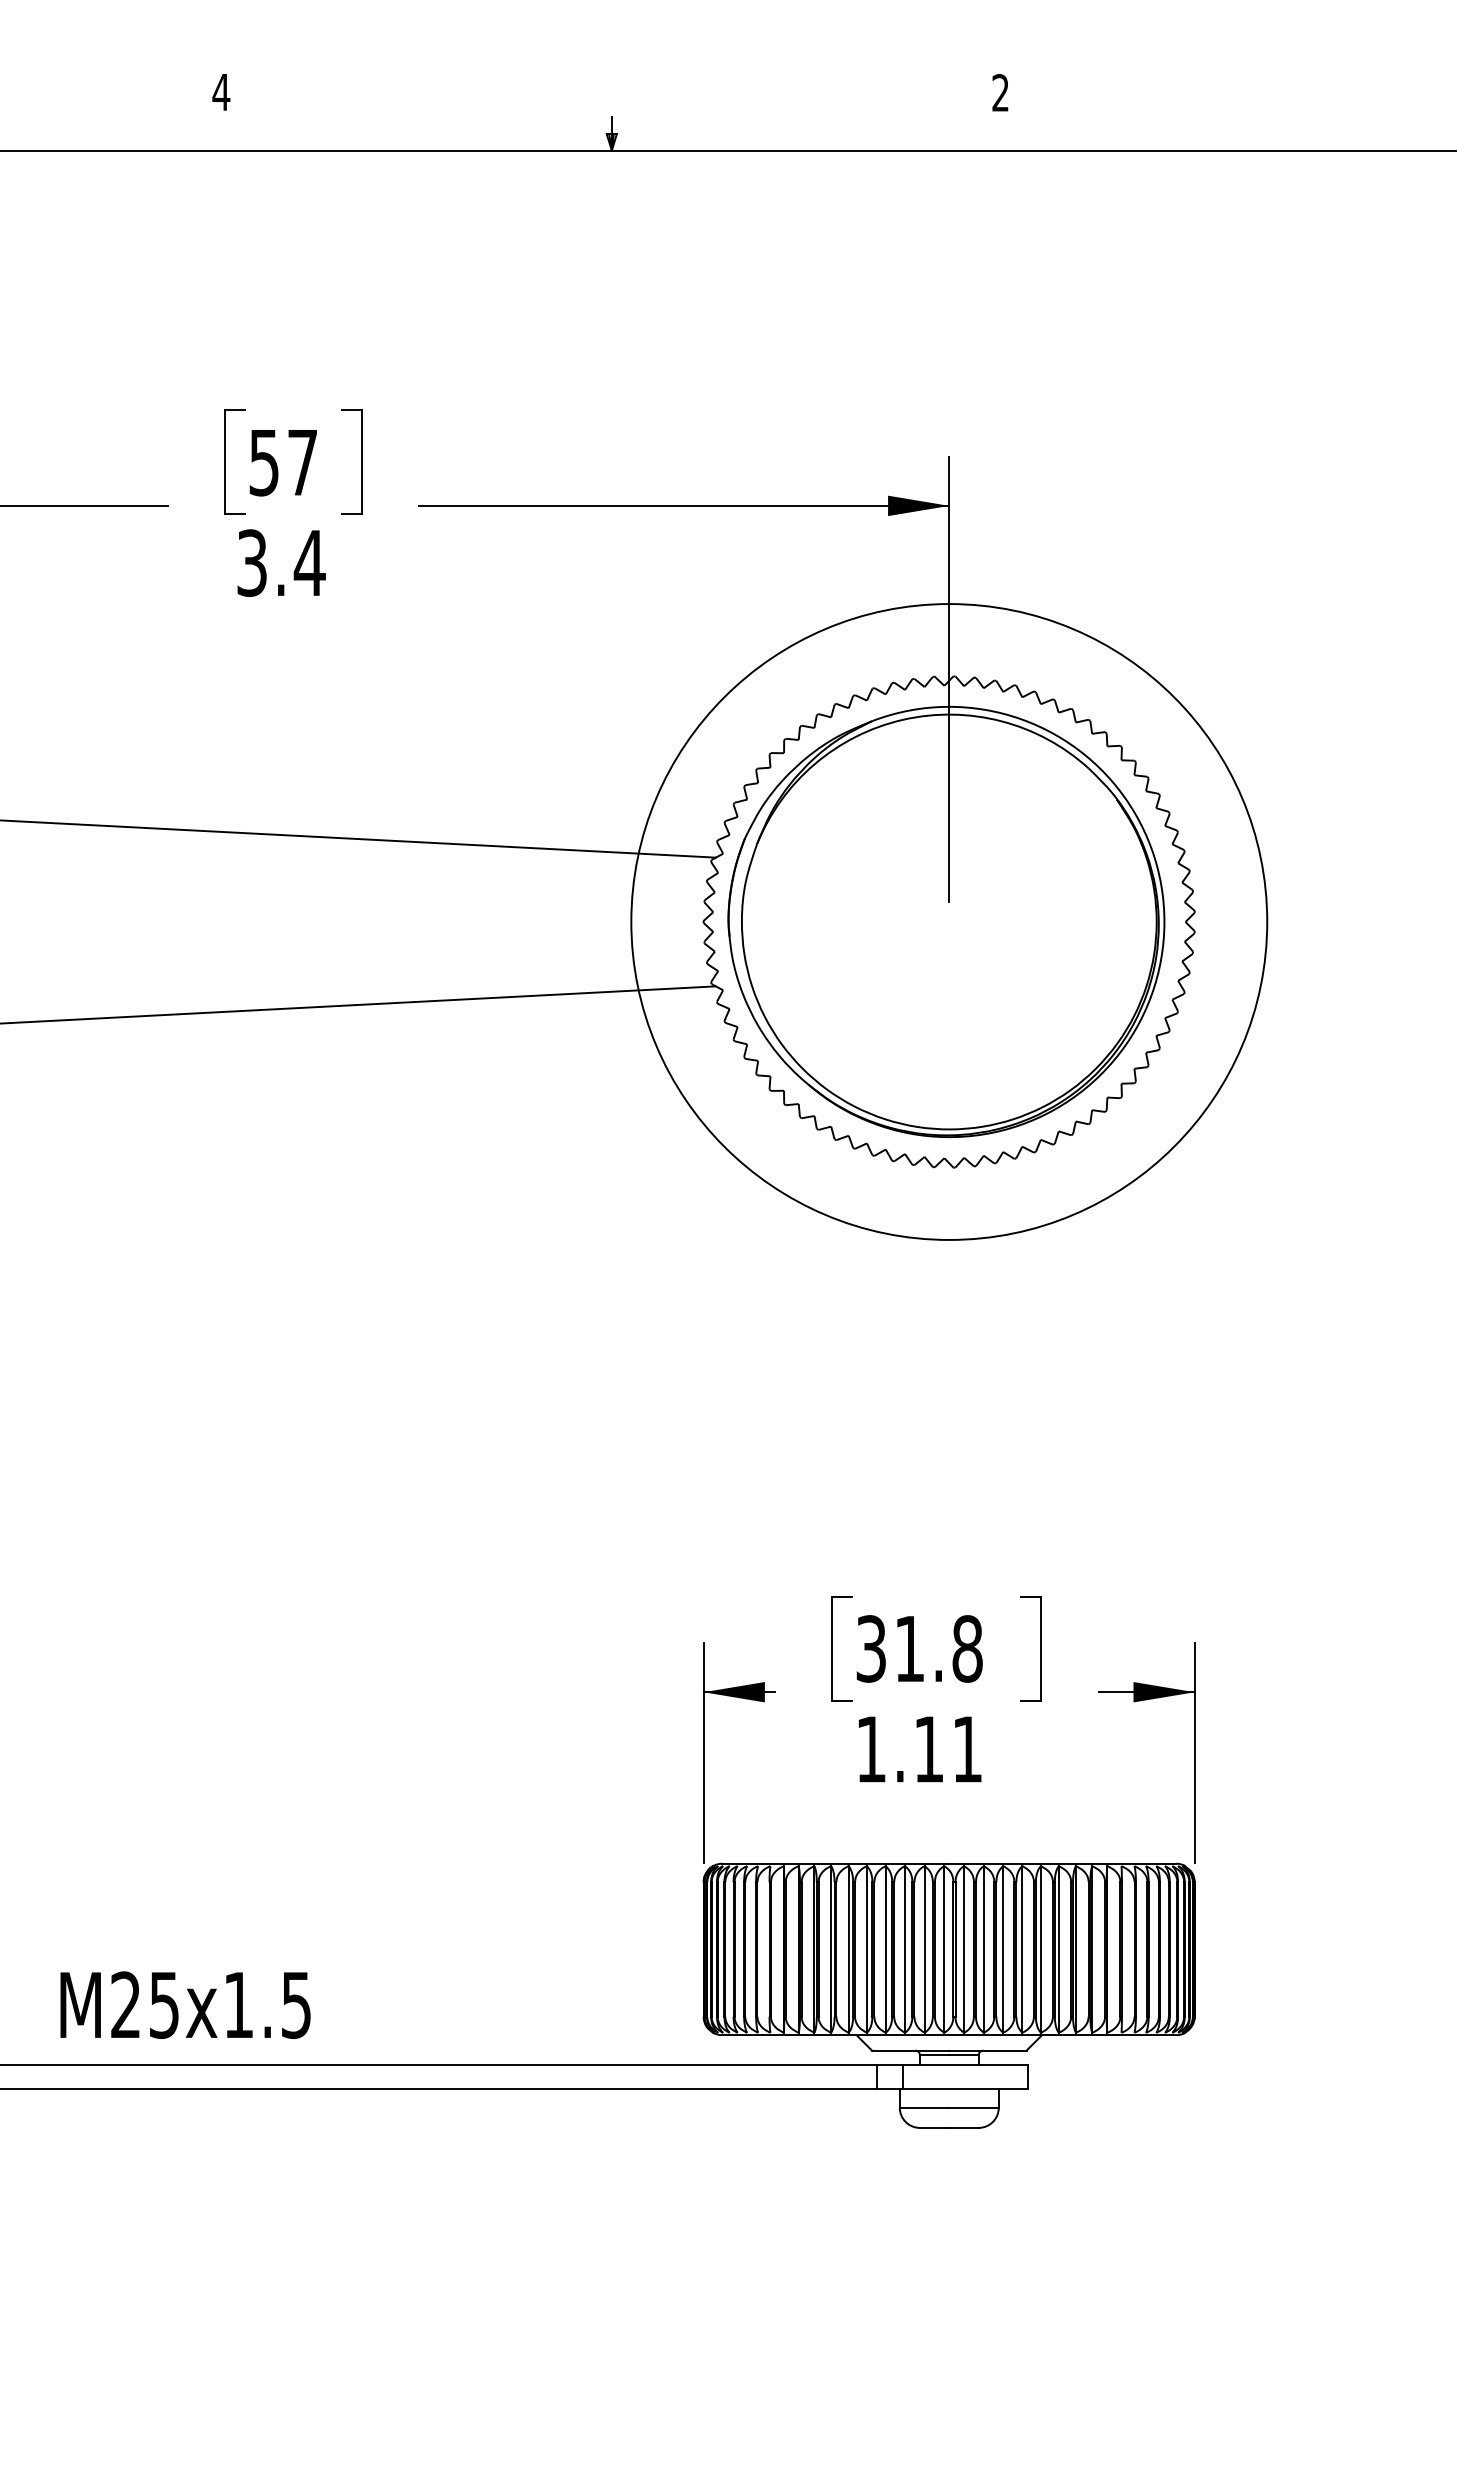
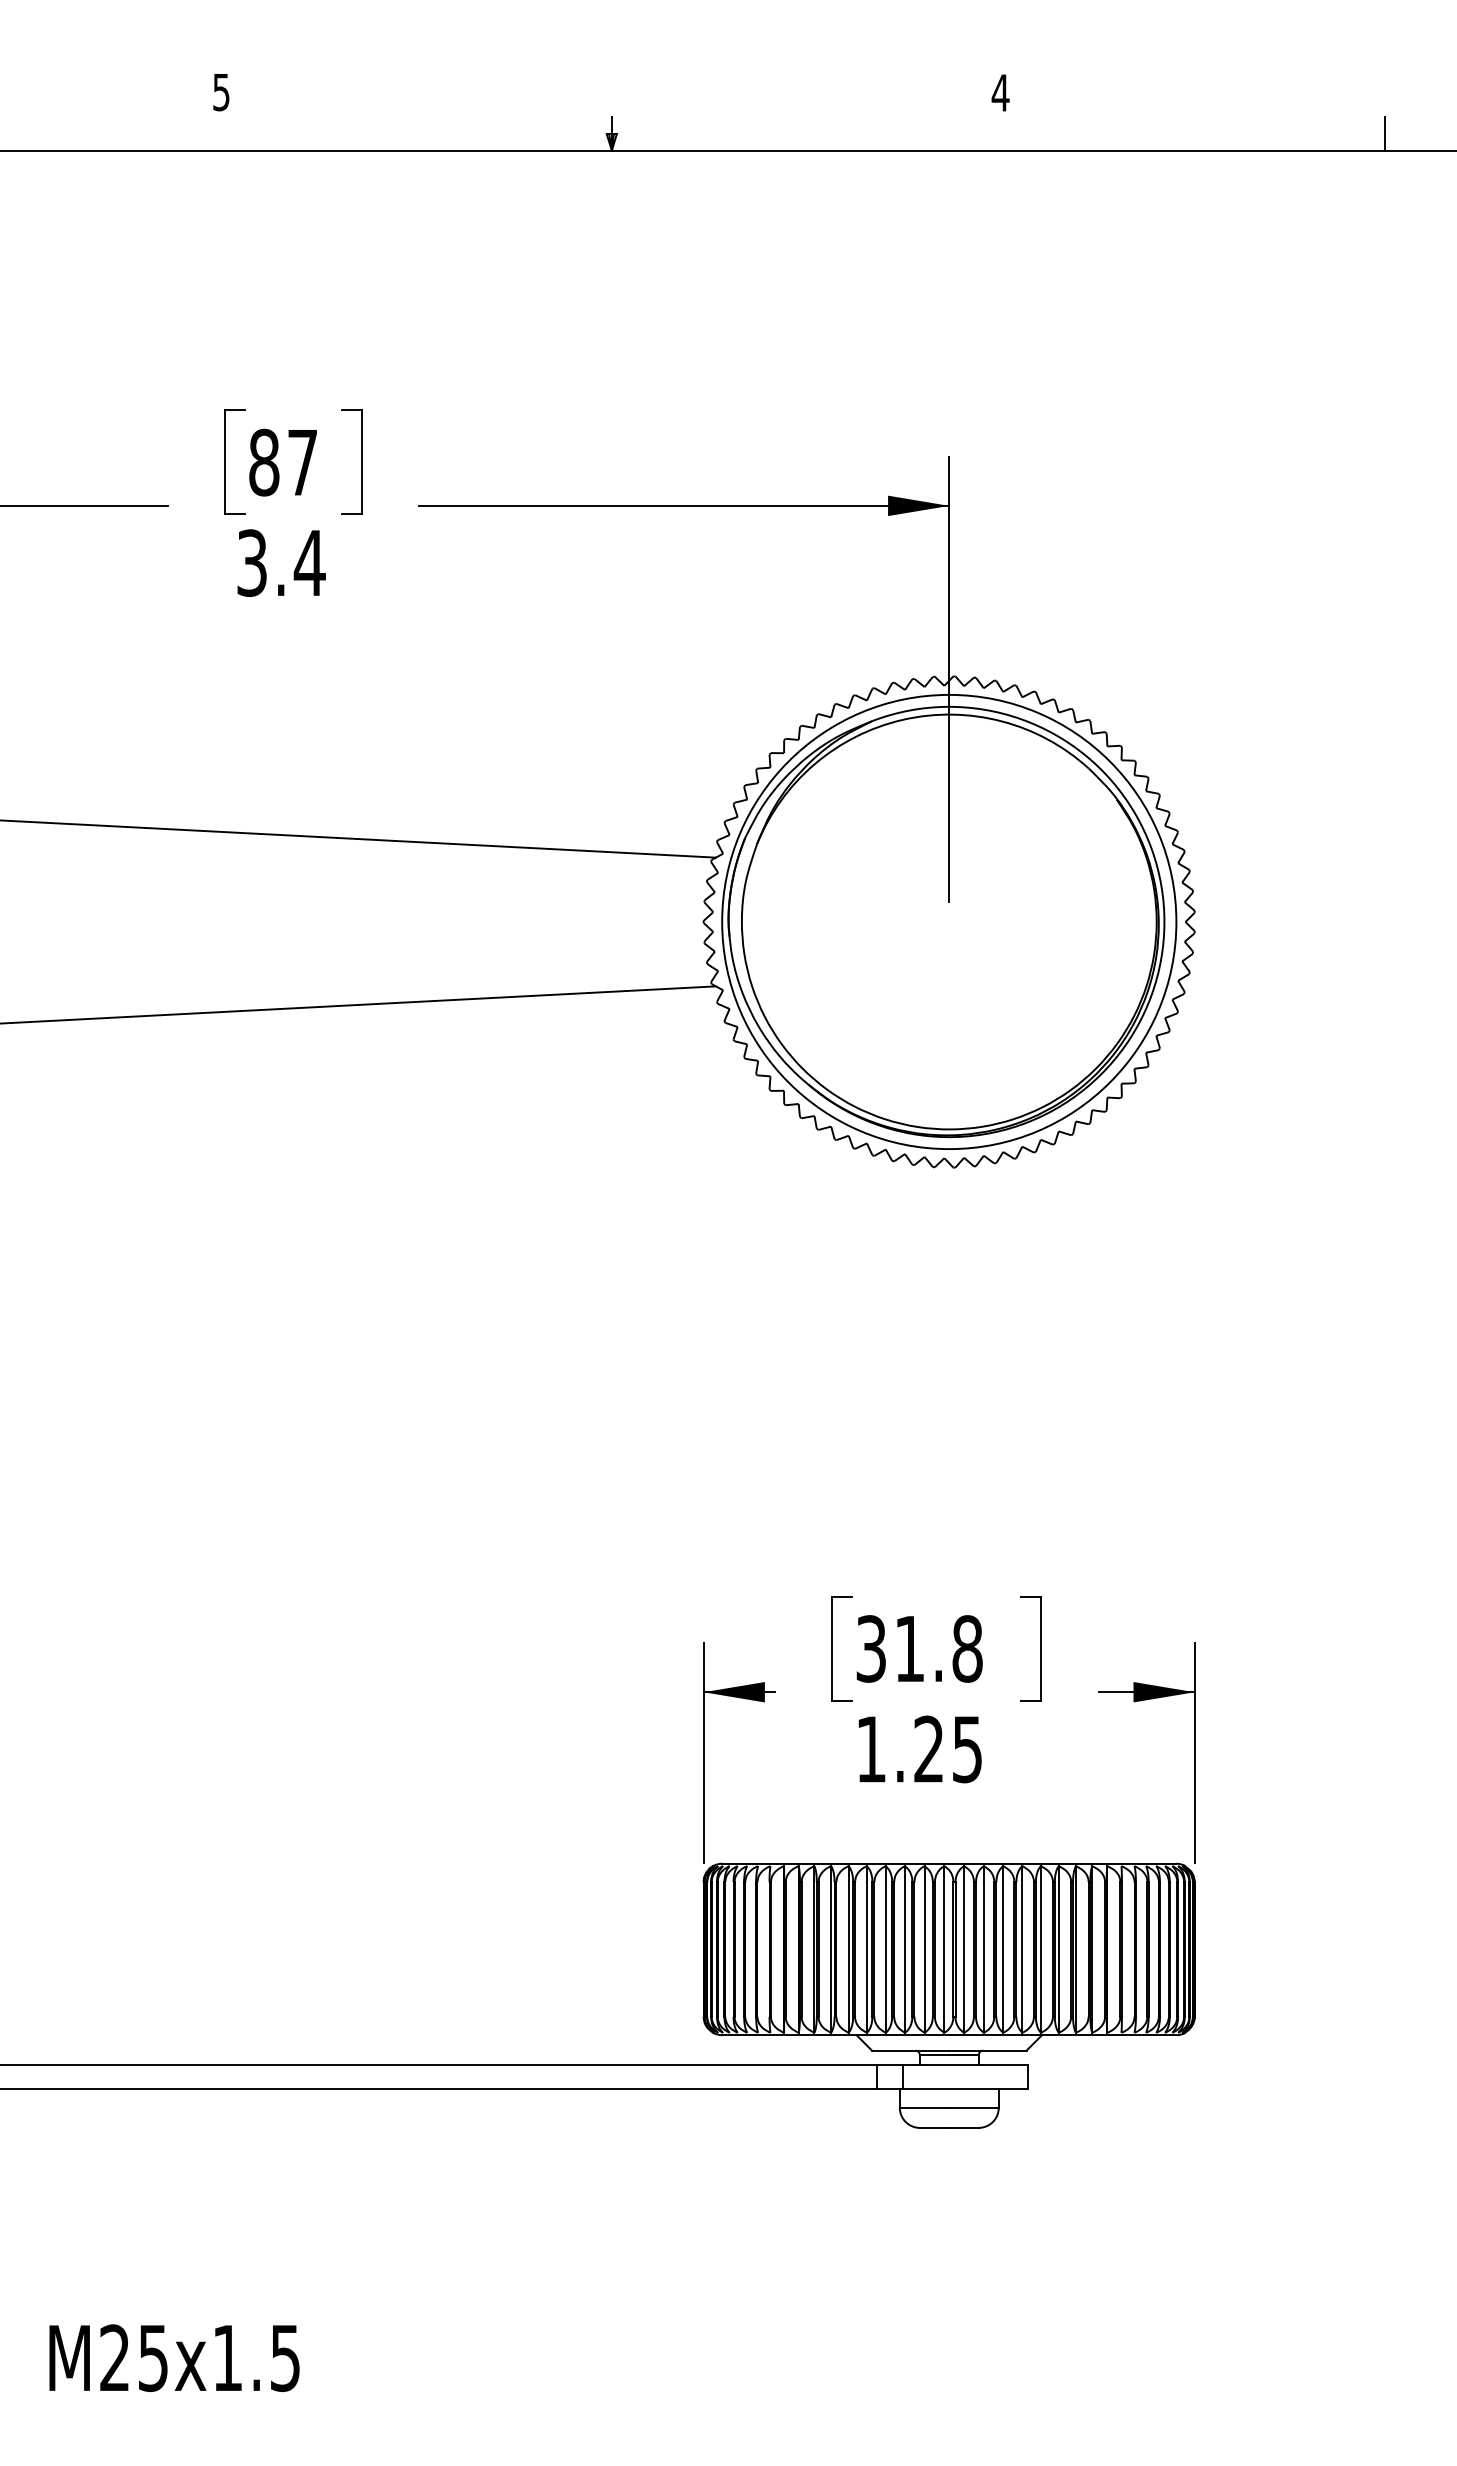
text at (221, 92): 4 -> 5
text at (1000, 92): 2 -> 4
line at (1384, 133): none -> present
text at (264, 462): 57 -> 87
circle at (949, 921) diameter: 636 px -> 454 px
text at (947, 1749): 1.11 -> 1.25
text at (185, 2004) position: (185, 2004) -> (174, 2357)
